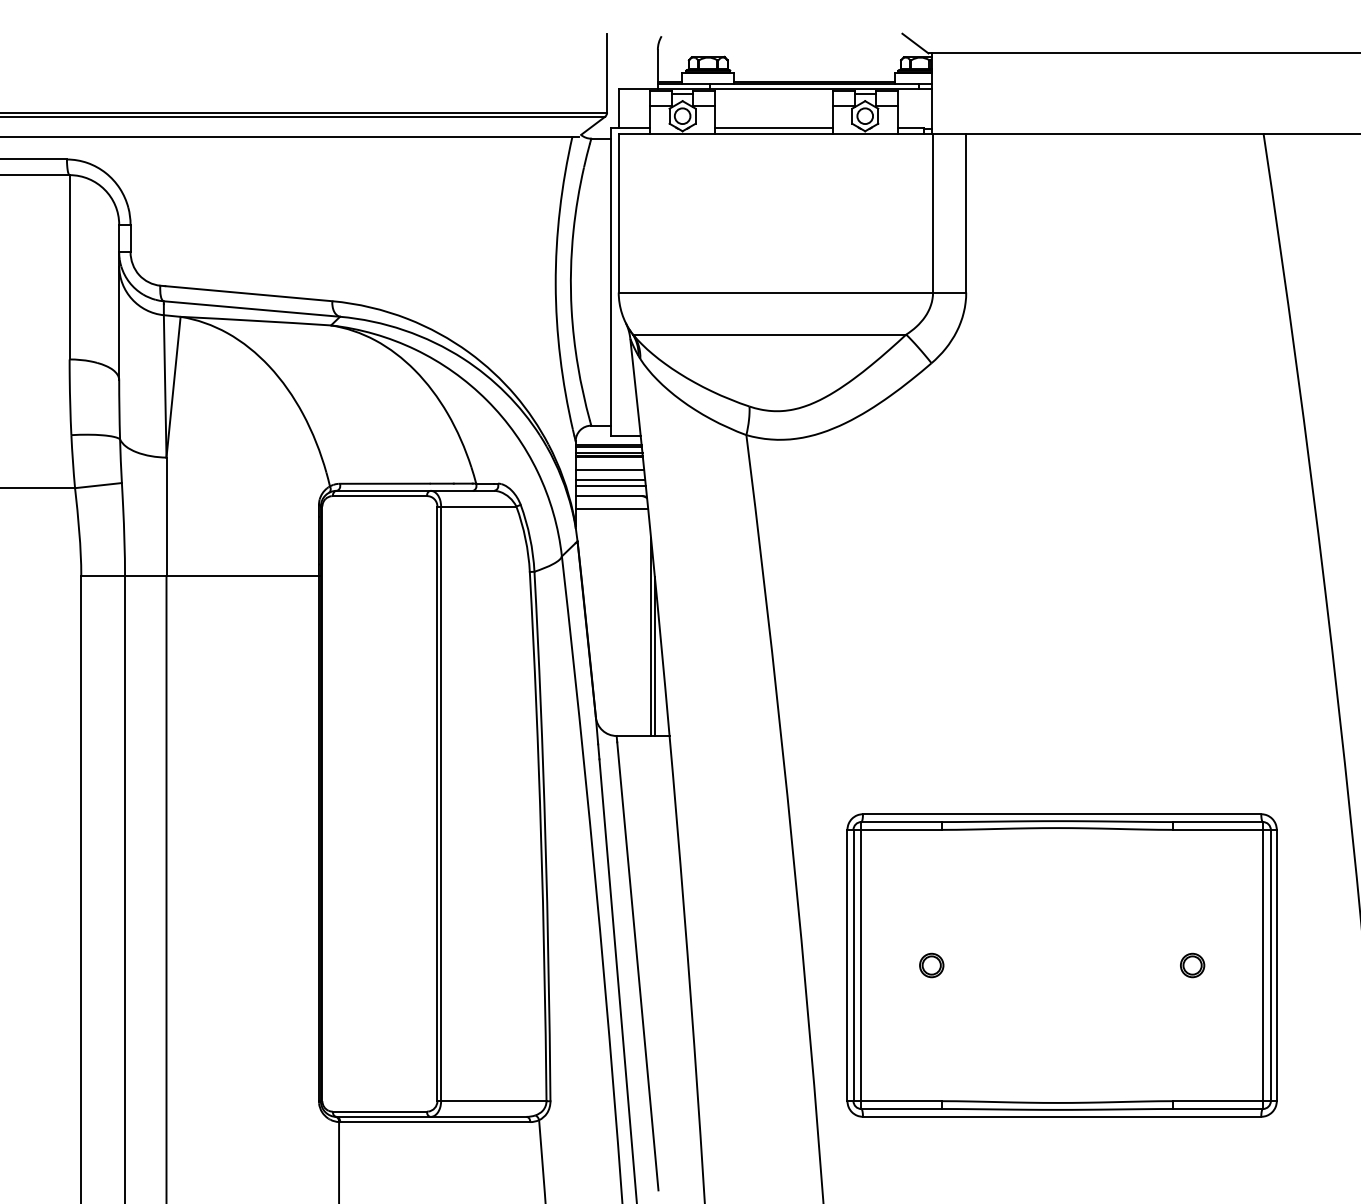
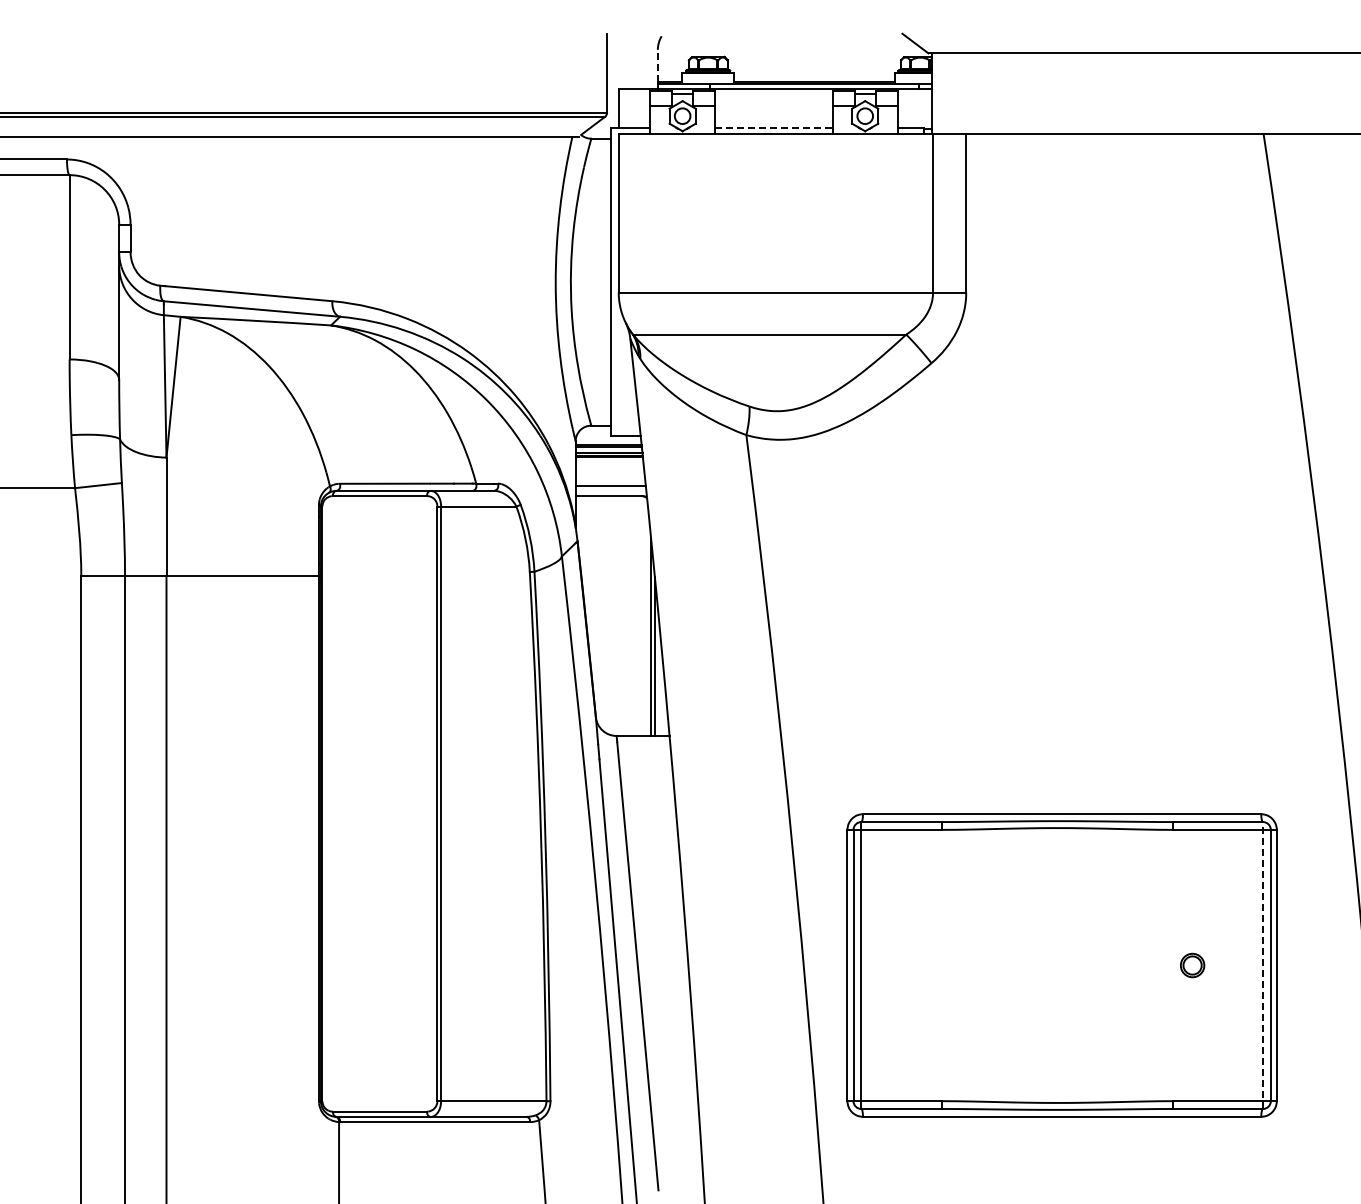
line at (657, 65): solid -> dashed
line at (773, 128): solid -> dashed
line at (609, 470): present -> none
line at (610, 480): present -> none
line at (611, 509): present -> none
part at (931, 965): present -> none
line at (1263, 965): solid -> dashed
